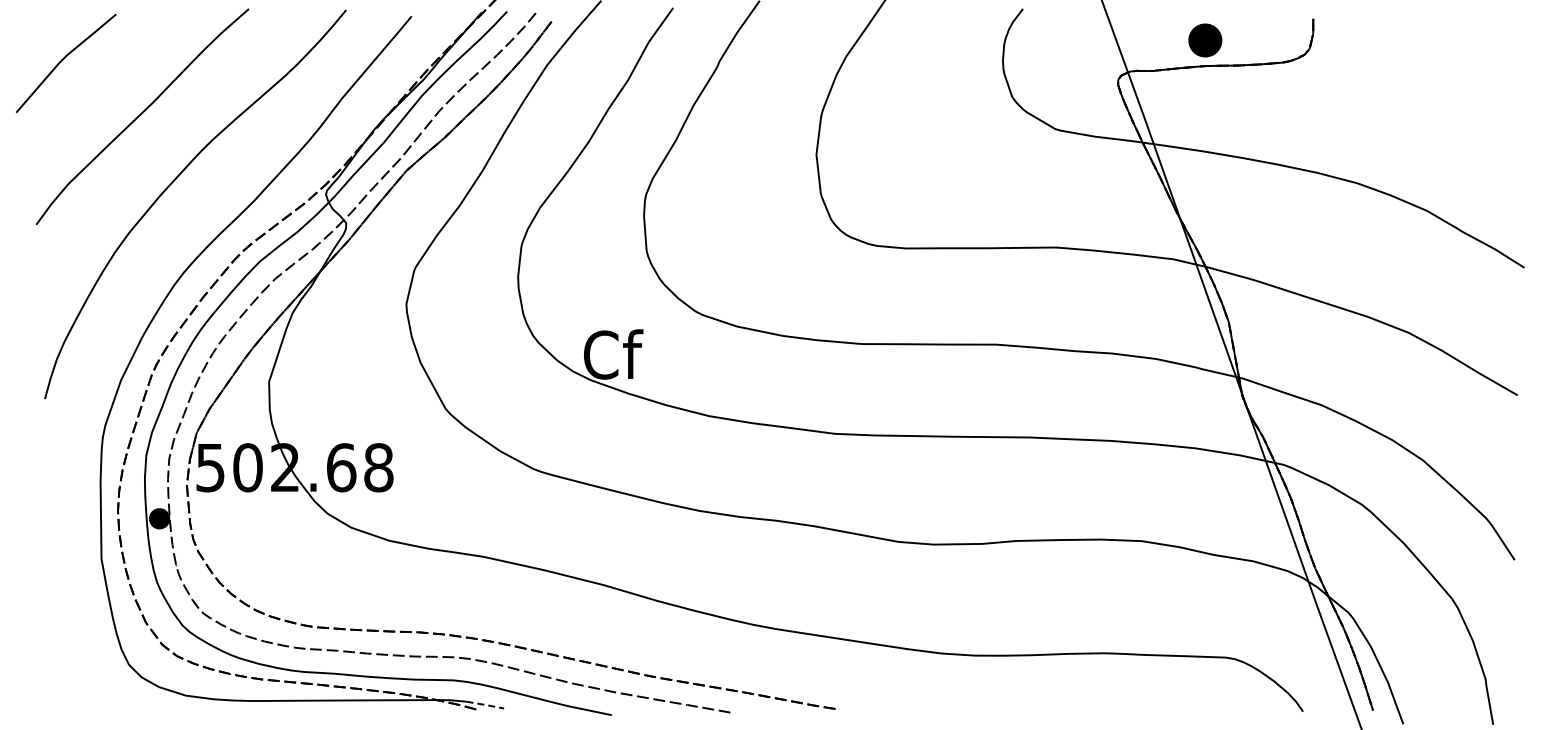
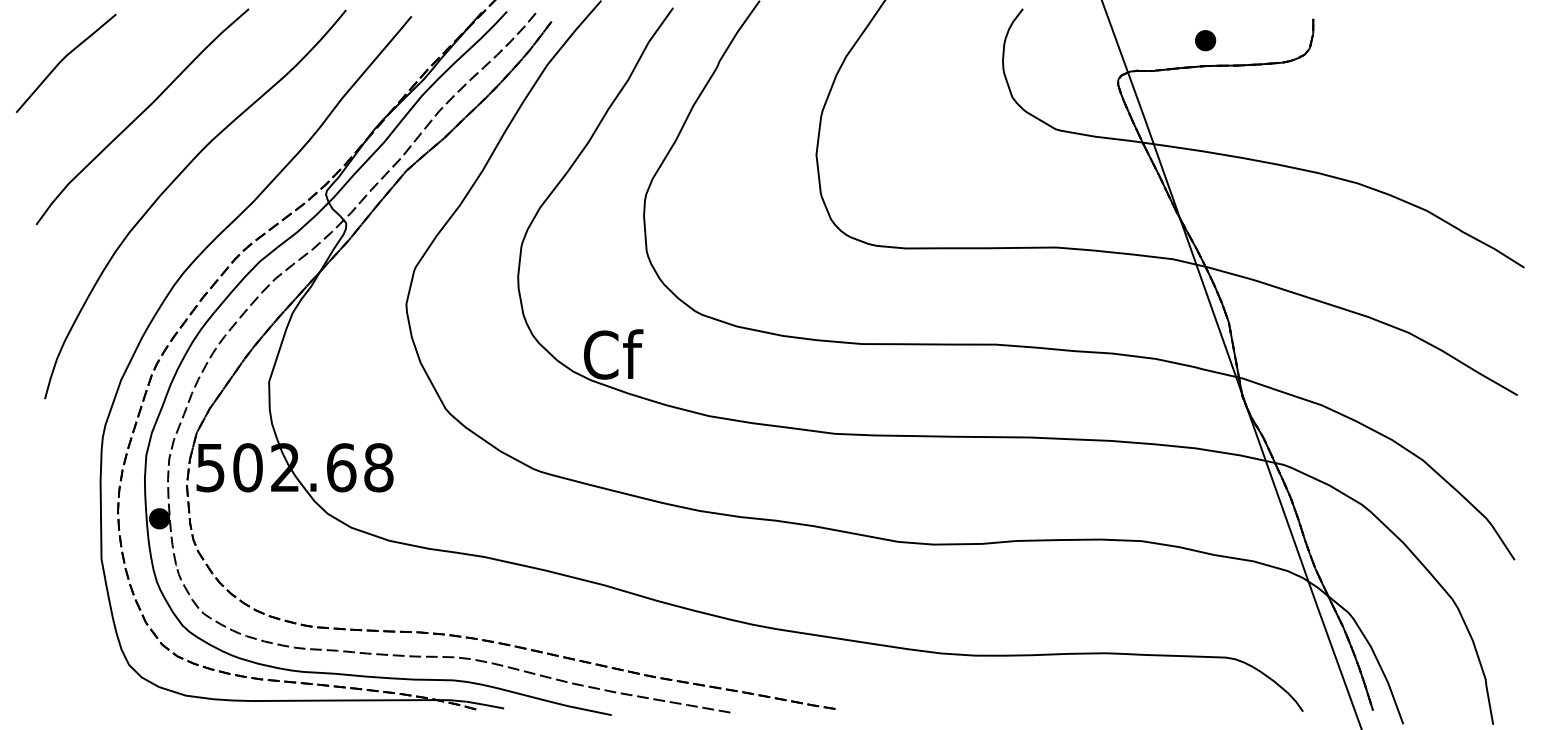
part at (1205, 40) size: 35x35 px -> 22x22 px
line at (485, 704): dashed -> solid
